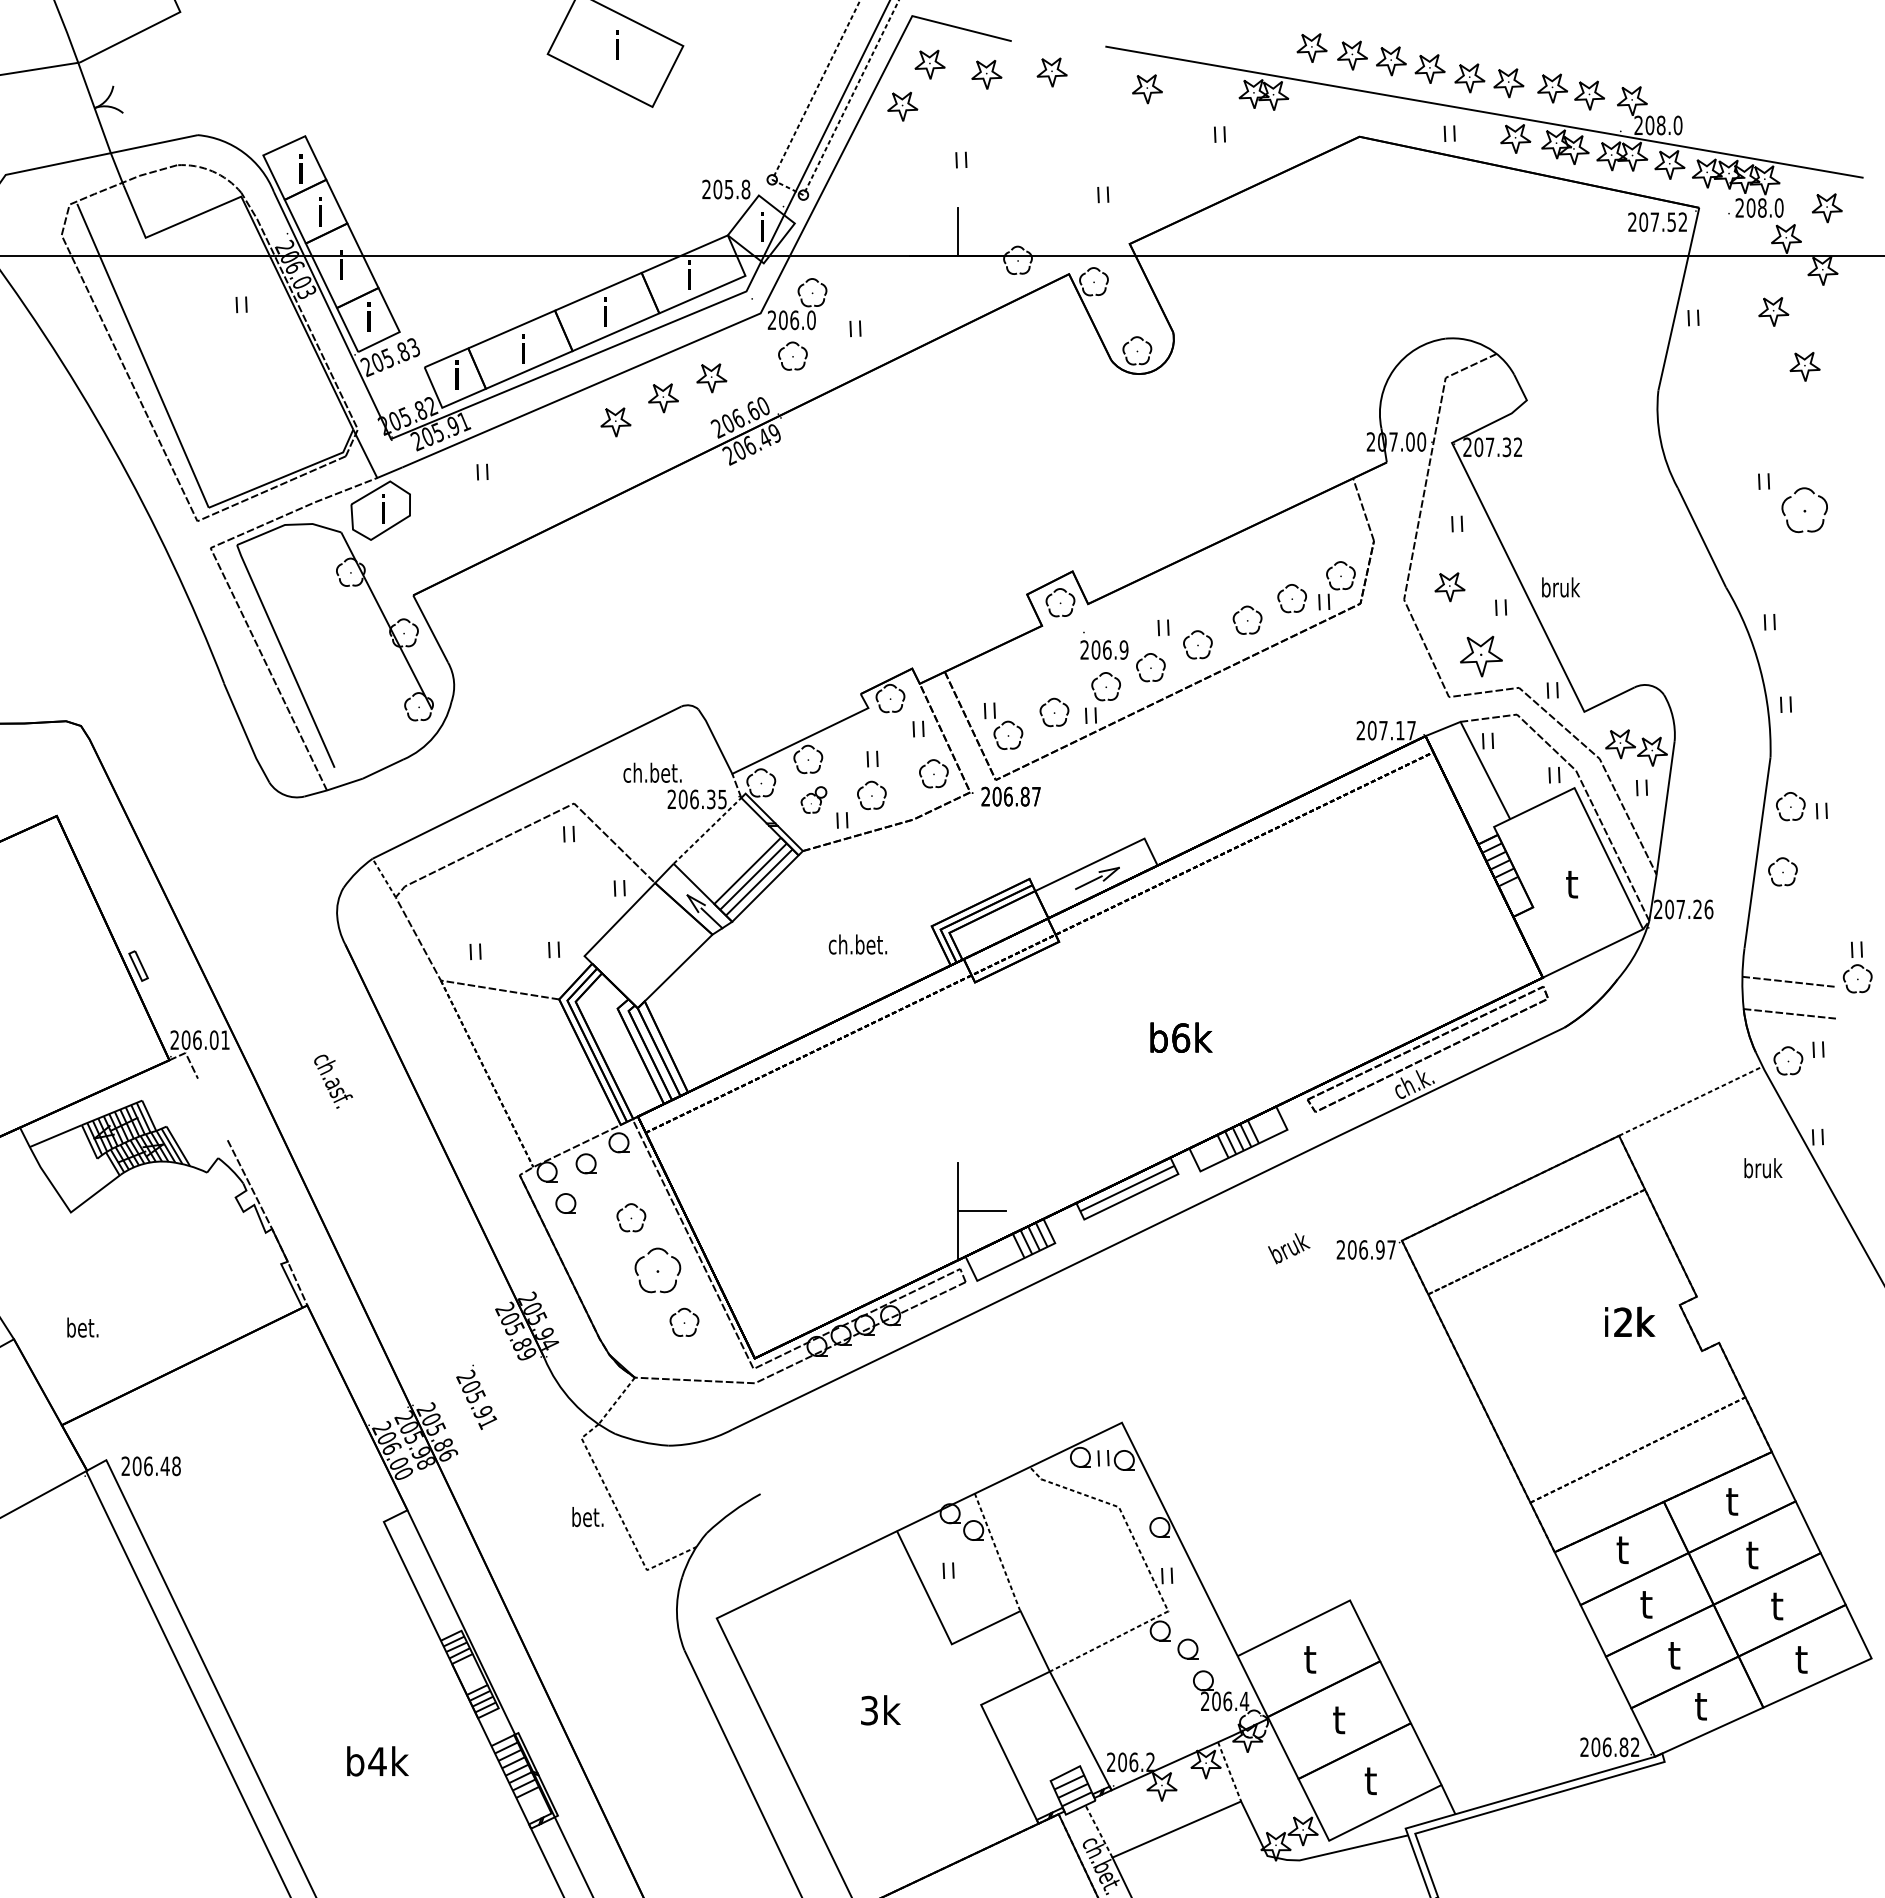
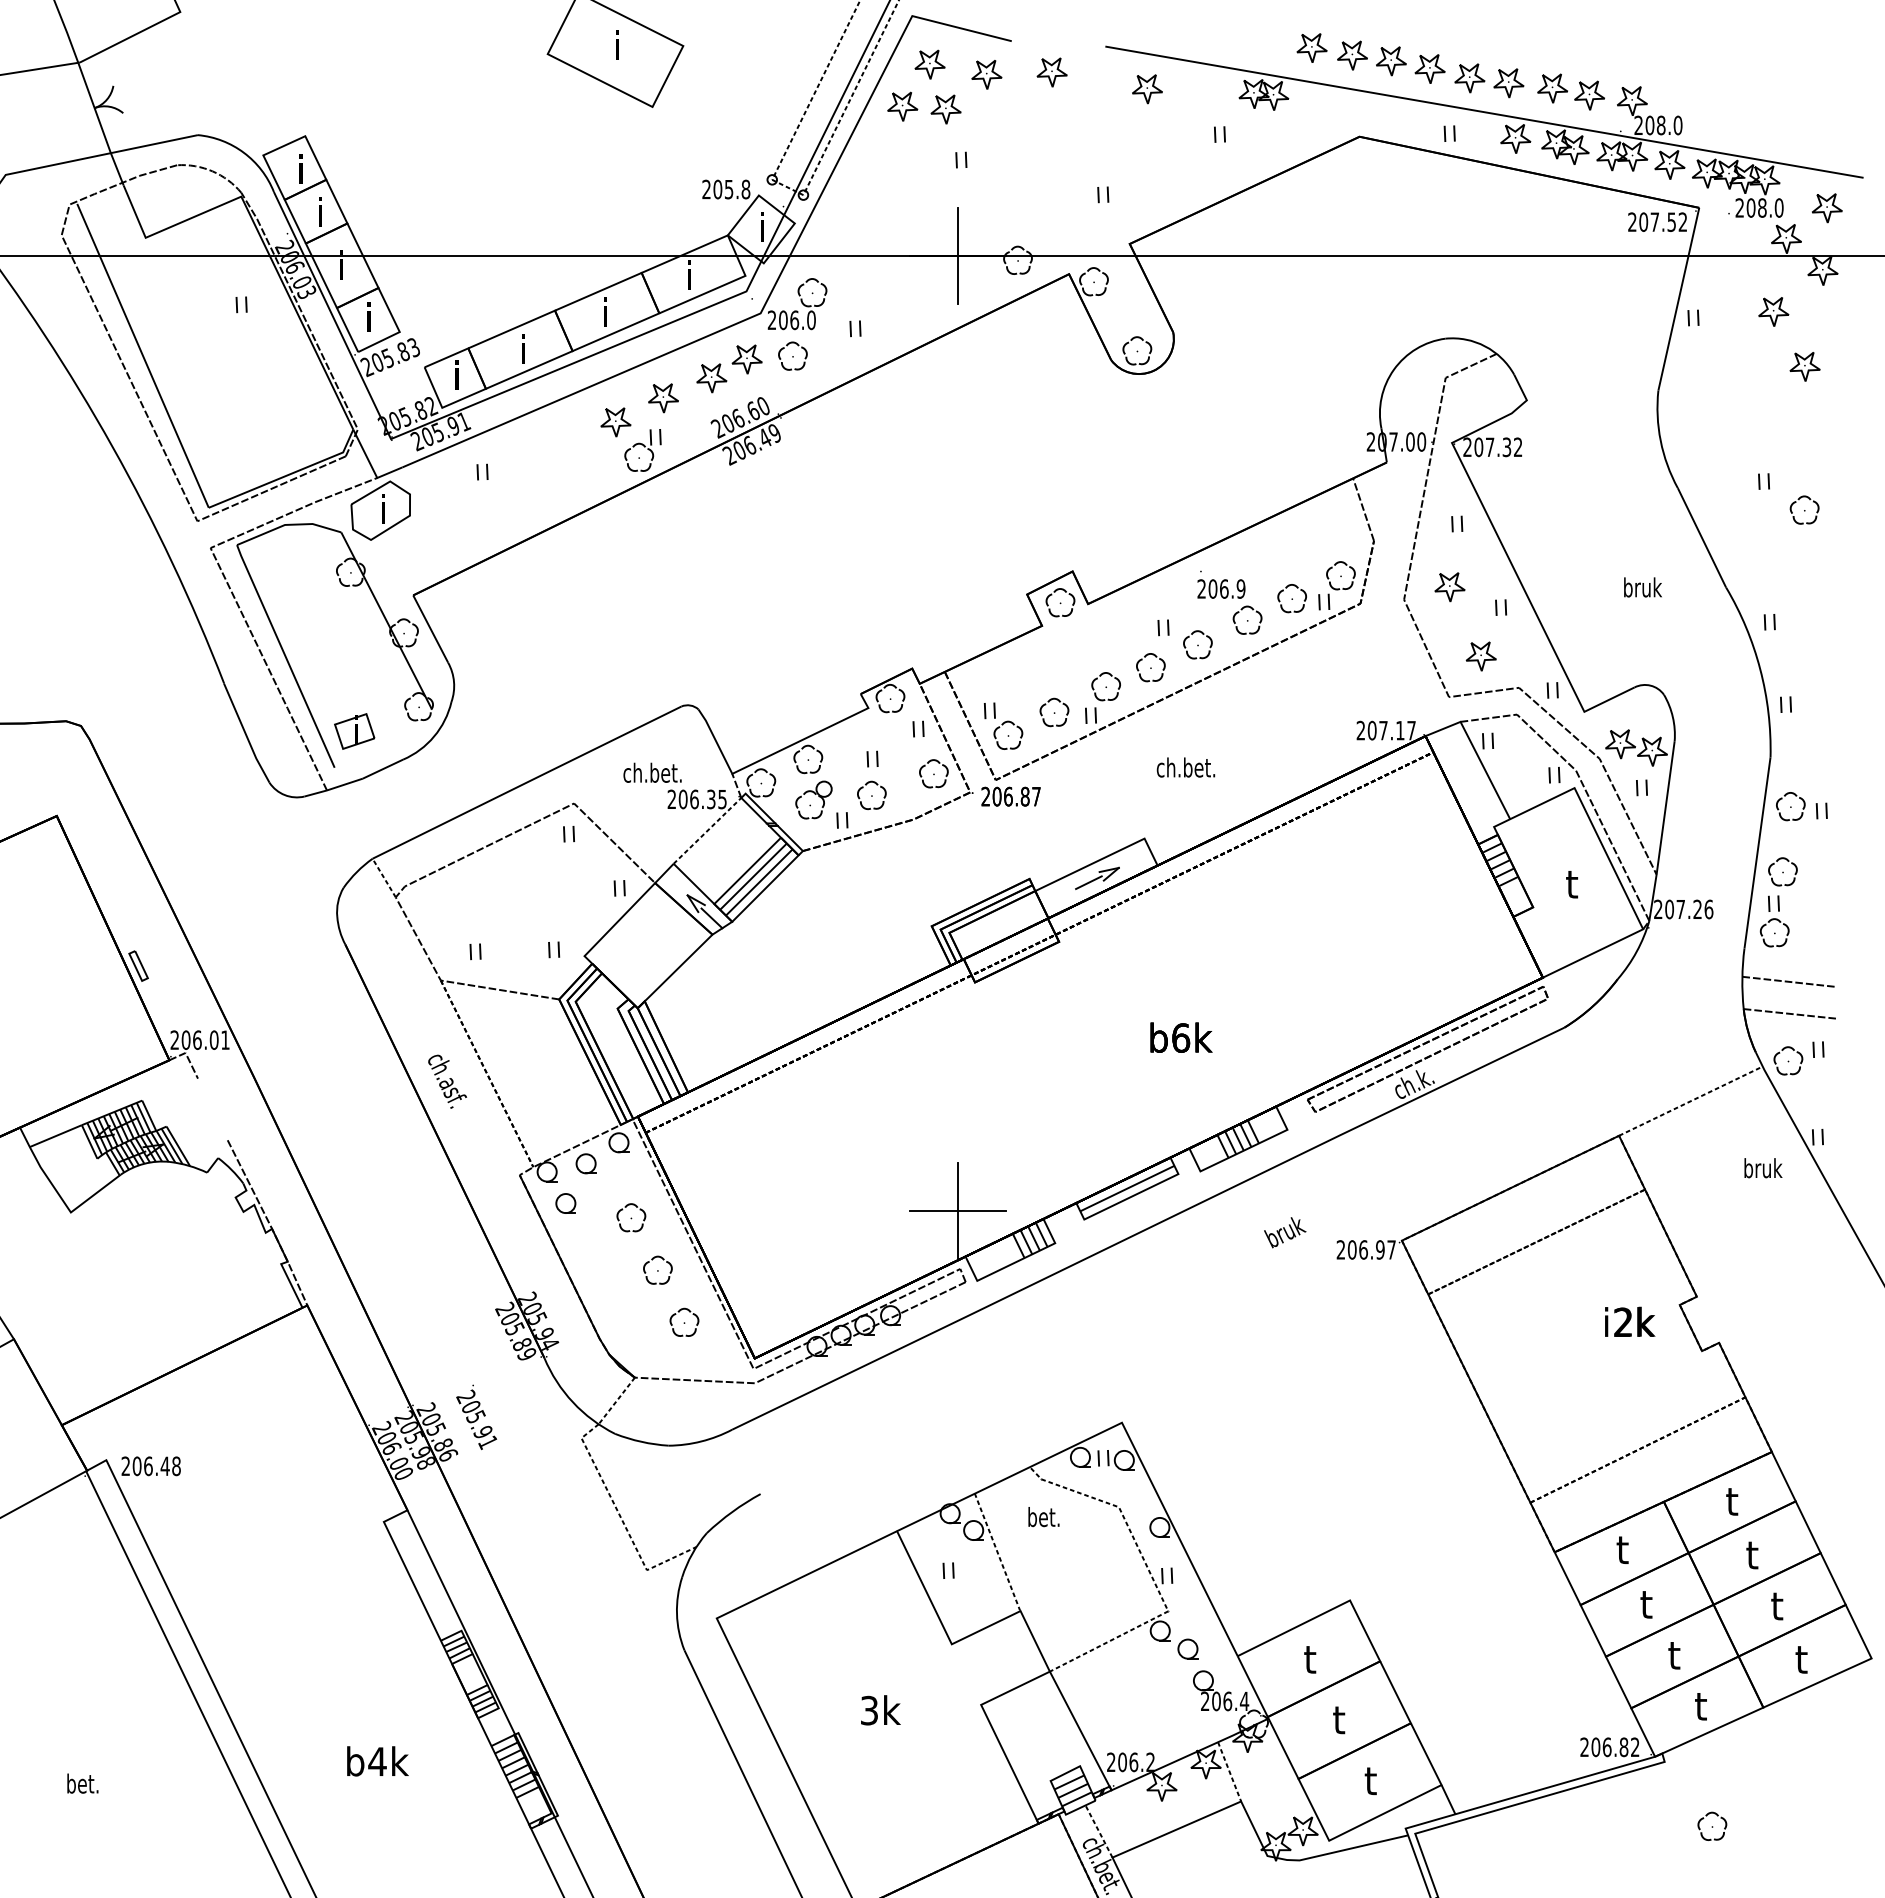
part at (945, 109): none -> present
line at (958, 279): none -> present
part at (746, 359): none -> present
part at (642, 450): none -> present
part at (1804, 510) size: 47x47 px -> 31x30 px
text at (1560, 587) position: (1560, 587) -> (1642, 587)
text at (1104, 645) position: (1104, 645) -> (1221, 584)
part at (1481, 656) size: 43x43 px -> 32x31 px
part at (354, 731): none -> present
part at (813, 799) size: 28x28 px -> 38x40 px
text at (857, 944) position: (857, 944) -> (1185, 767)
part at (1857, 967) position: (1857, 967) -> (1774, 921)
text at (333, 1081) position: (333, 1081) -> (447, 1081)
line at (934, 1211): none -> present
text at (1289, 1248) position: (1289, 1248) -> (1285, 1232)
part at (657, 1270) size: 48x47 px -> 30x30 px
text at (82, 1327) position: (82, 1327) -> (82, 1783)
text at (476, 1396) position: (476, 1396) -> (476, 1416)
text at (587, 1517) position: (587, 1517) -> (1043, 1517)
part at (1712, 1825): none -> present
